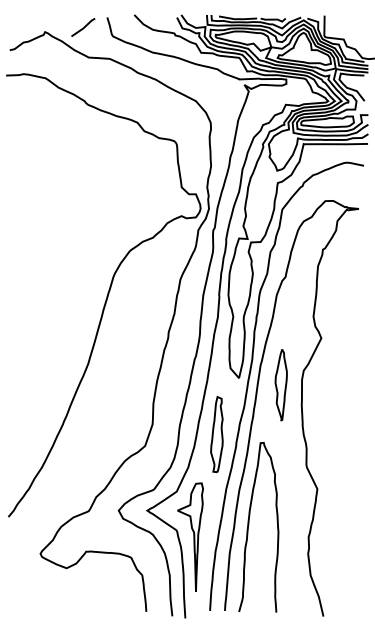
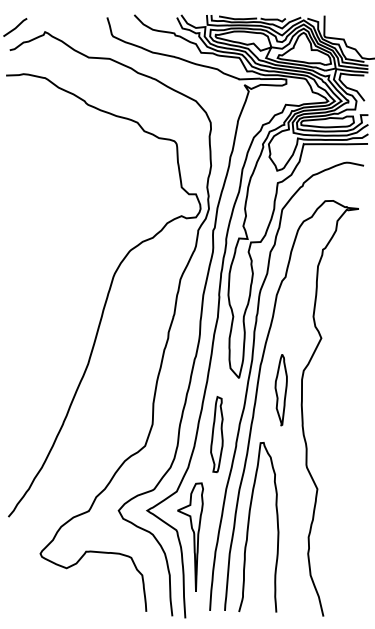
line at (83, 27) position: (83, 27) -> (15, 27)
part at (280, 385) position: (280, 385) -> (280, 390)
